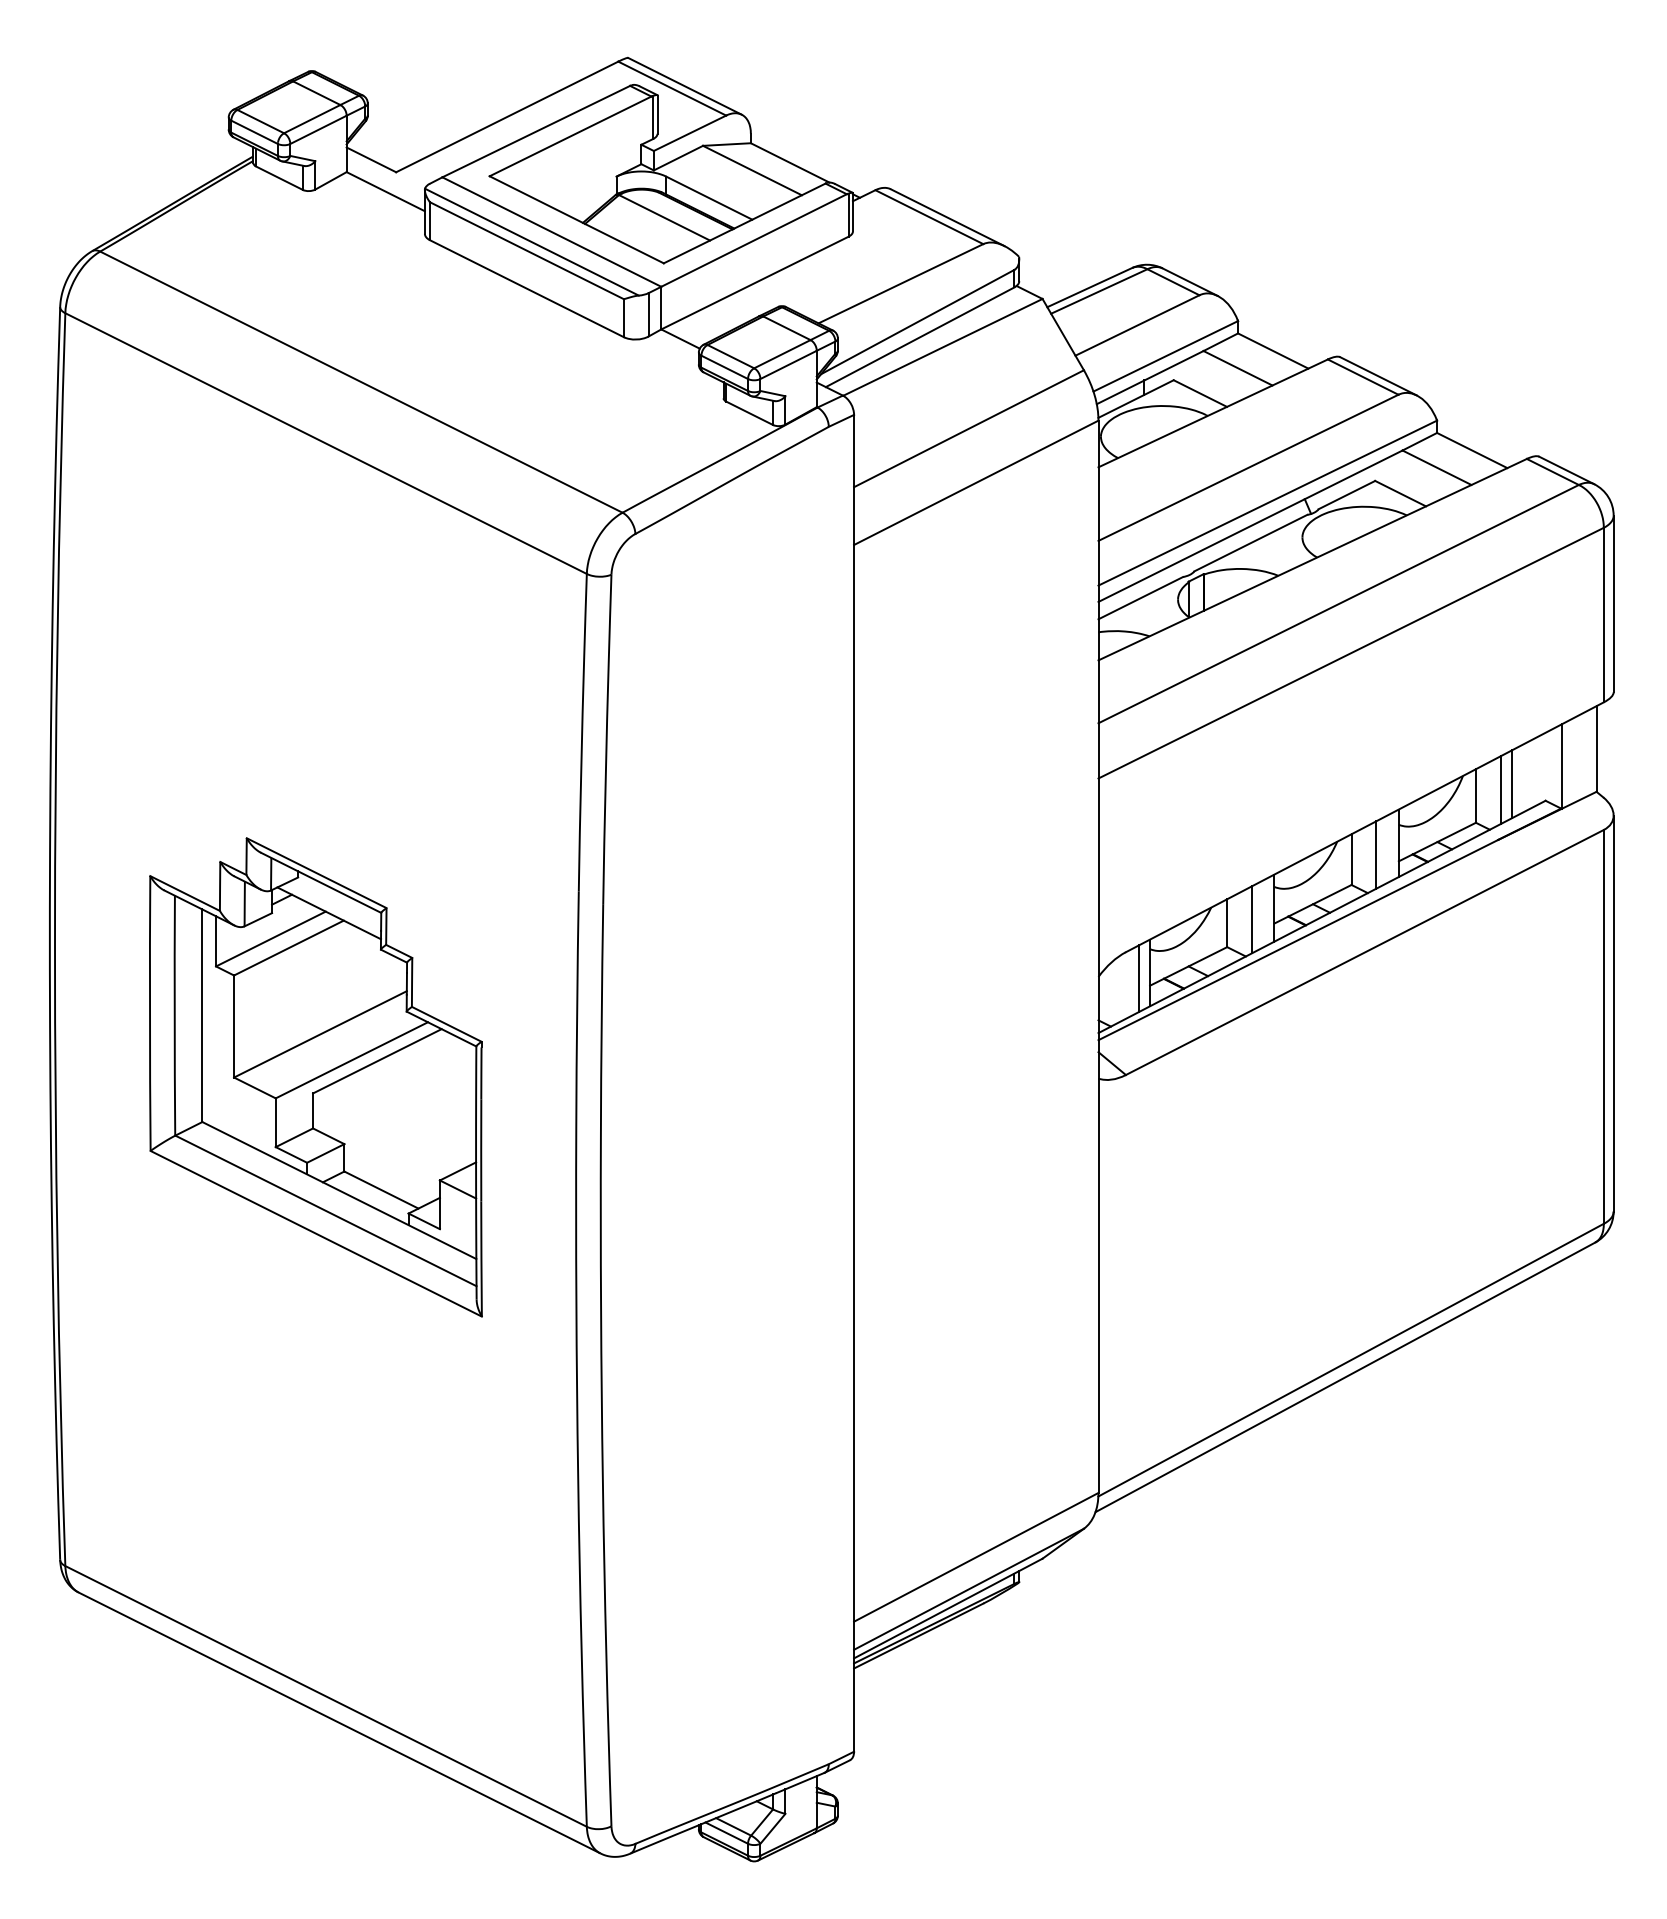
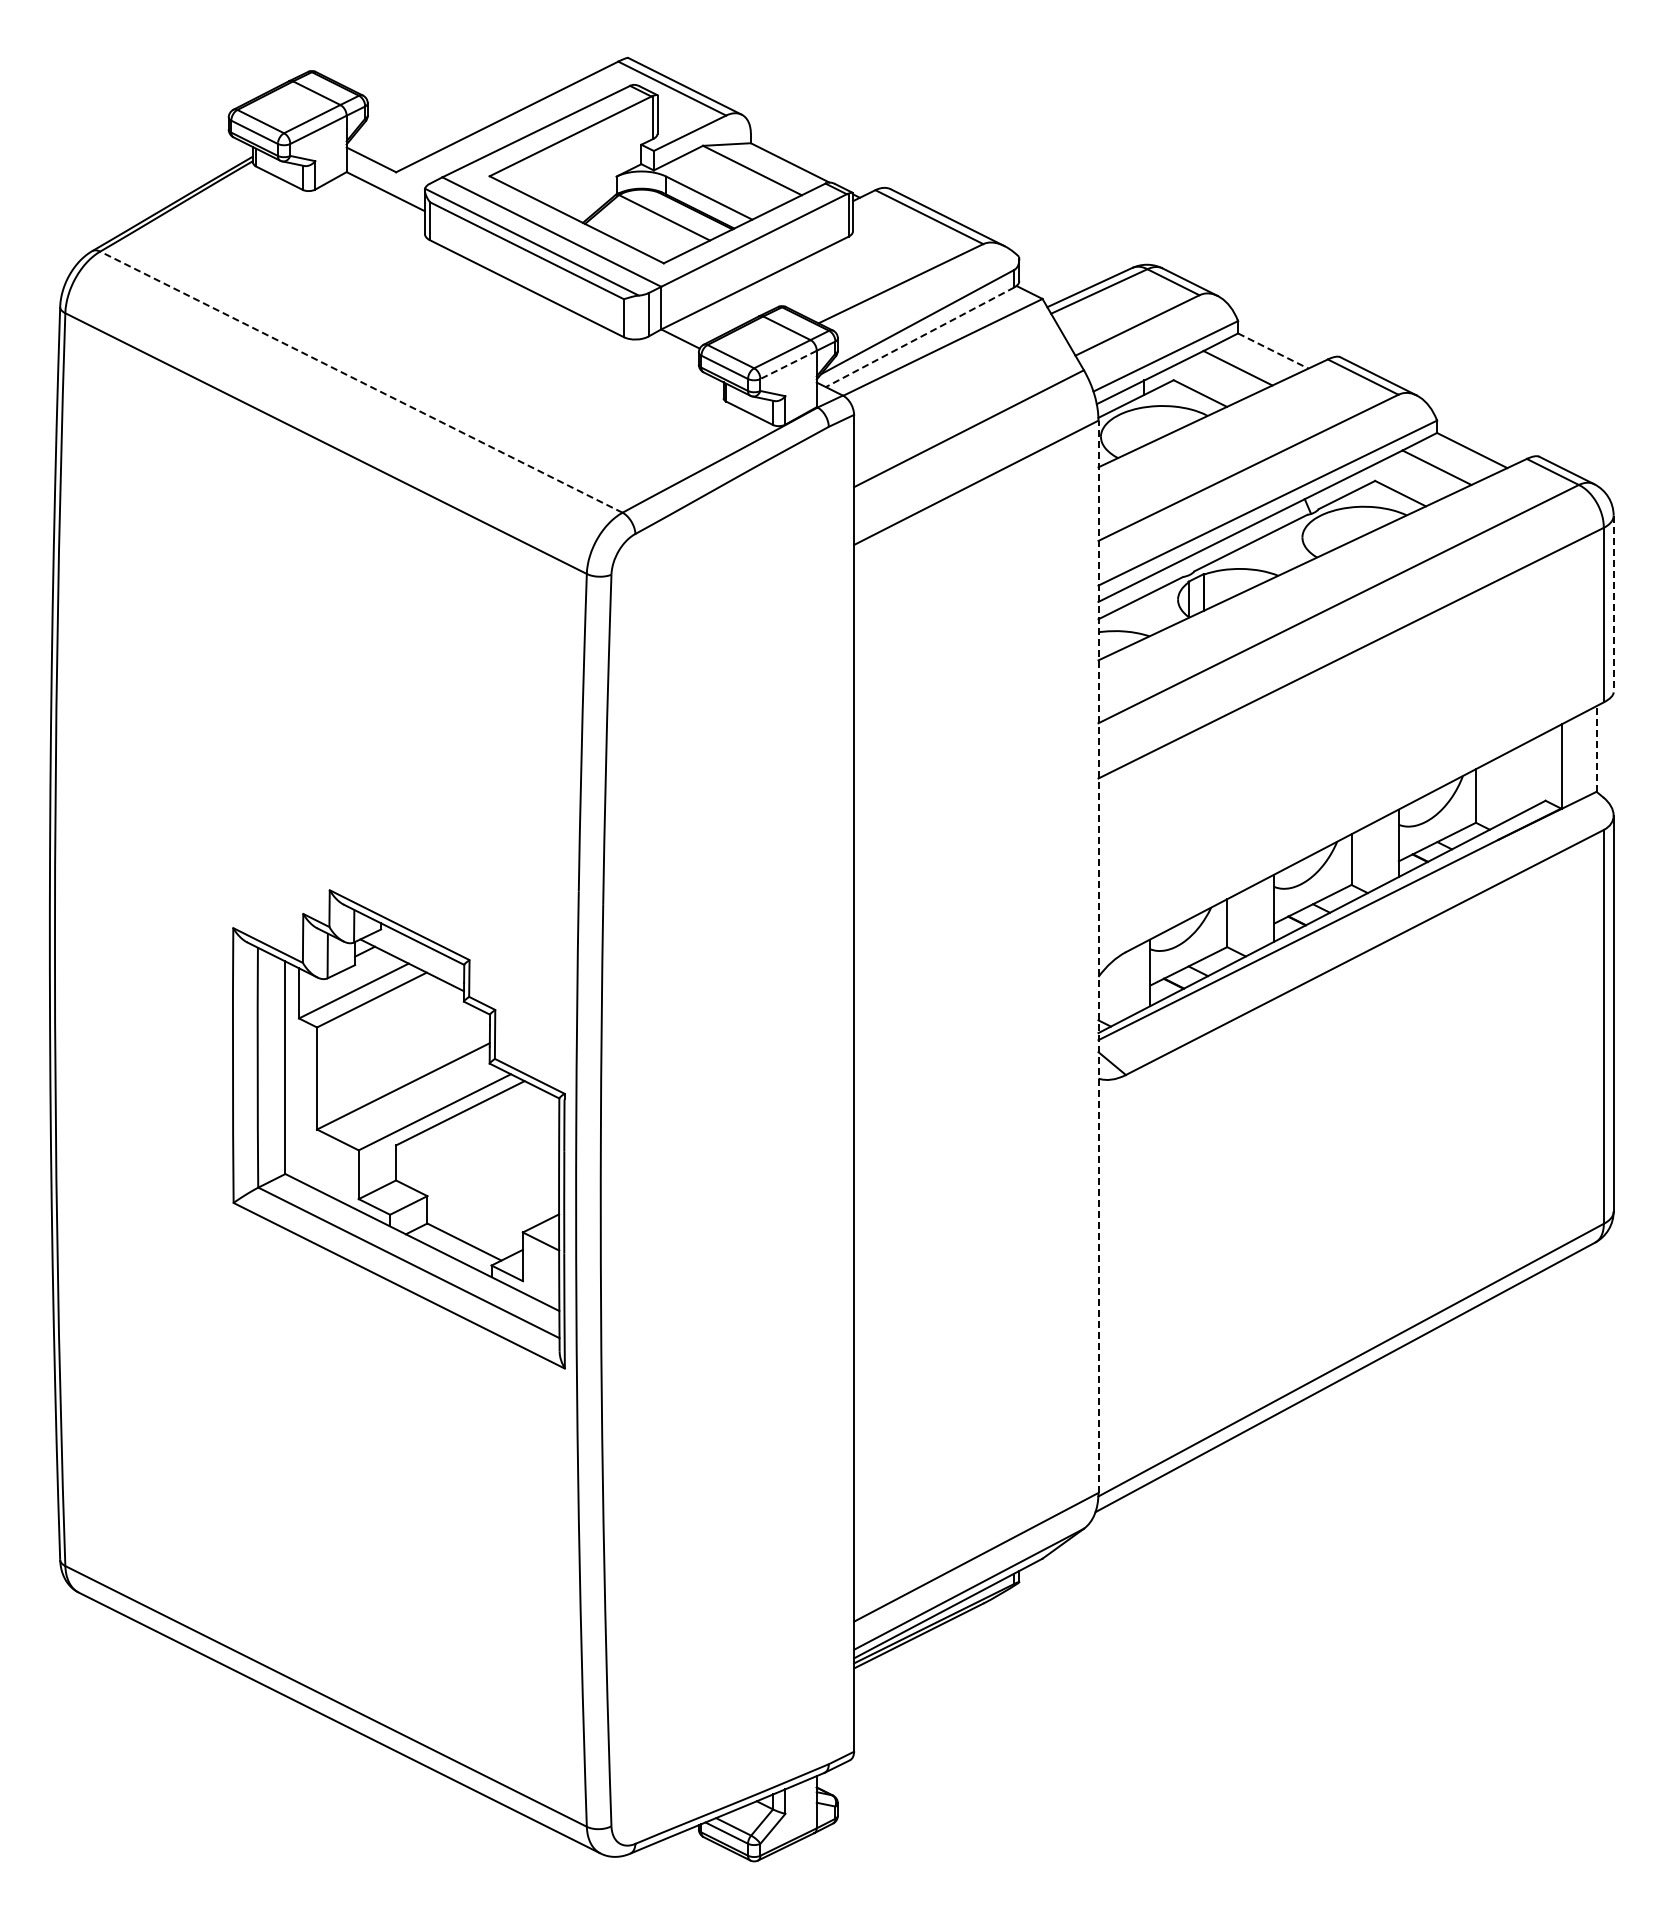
line at (920, 337): solid -> dashed
line at (1273, 351): solid -> dashed
line at (788, 365): solid -> dashed
line at (361, 382): solid -> dashed
line at (1613, 604): solid -> dashed
line at (1596, 748): solid -> dashed
line at (1512, 784): present -> none
line at (1500, 790): present -> none
line at (1376, 854): present -> none
line at (1252, 919): present -> none
line at (1098, 956): solid -> dashed
line at (1138, 978): present -> none
part at (315, 1077) position: (315, 1077) -> (398, 1129)
